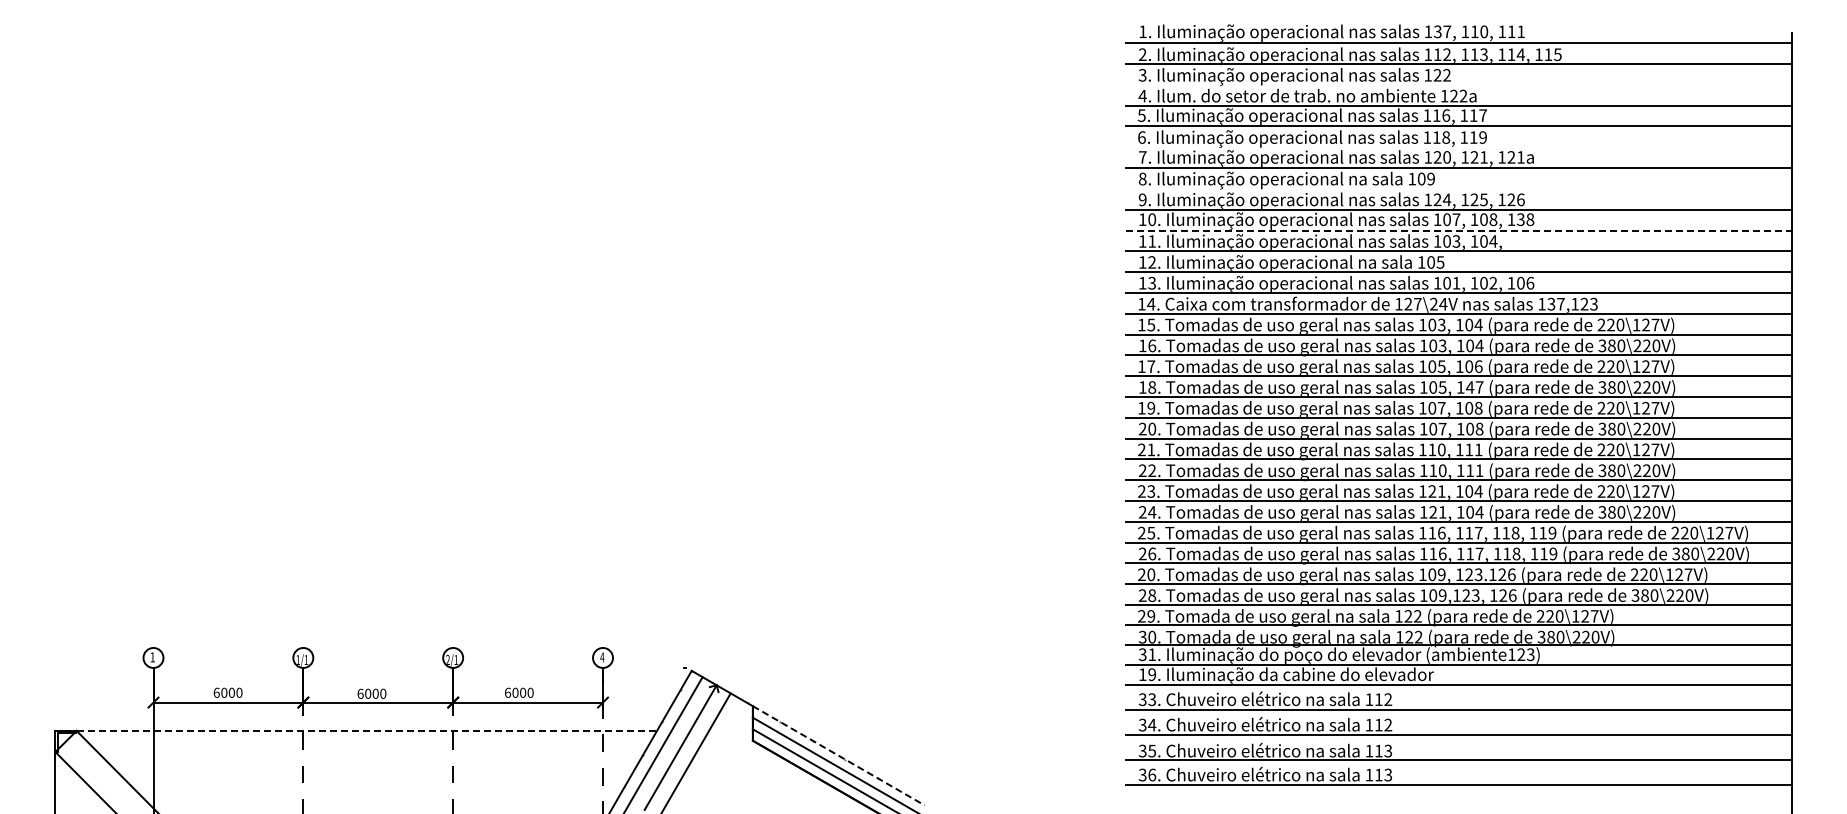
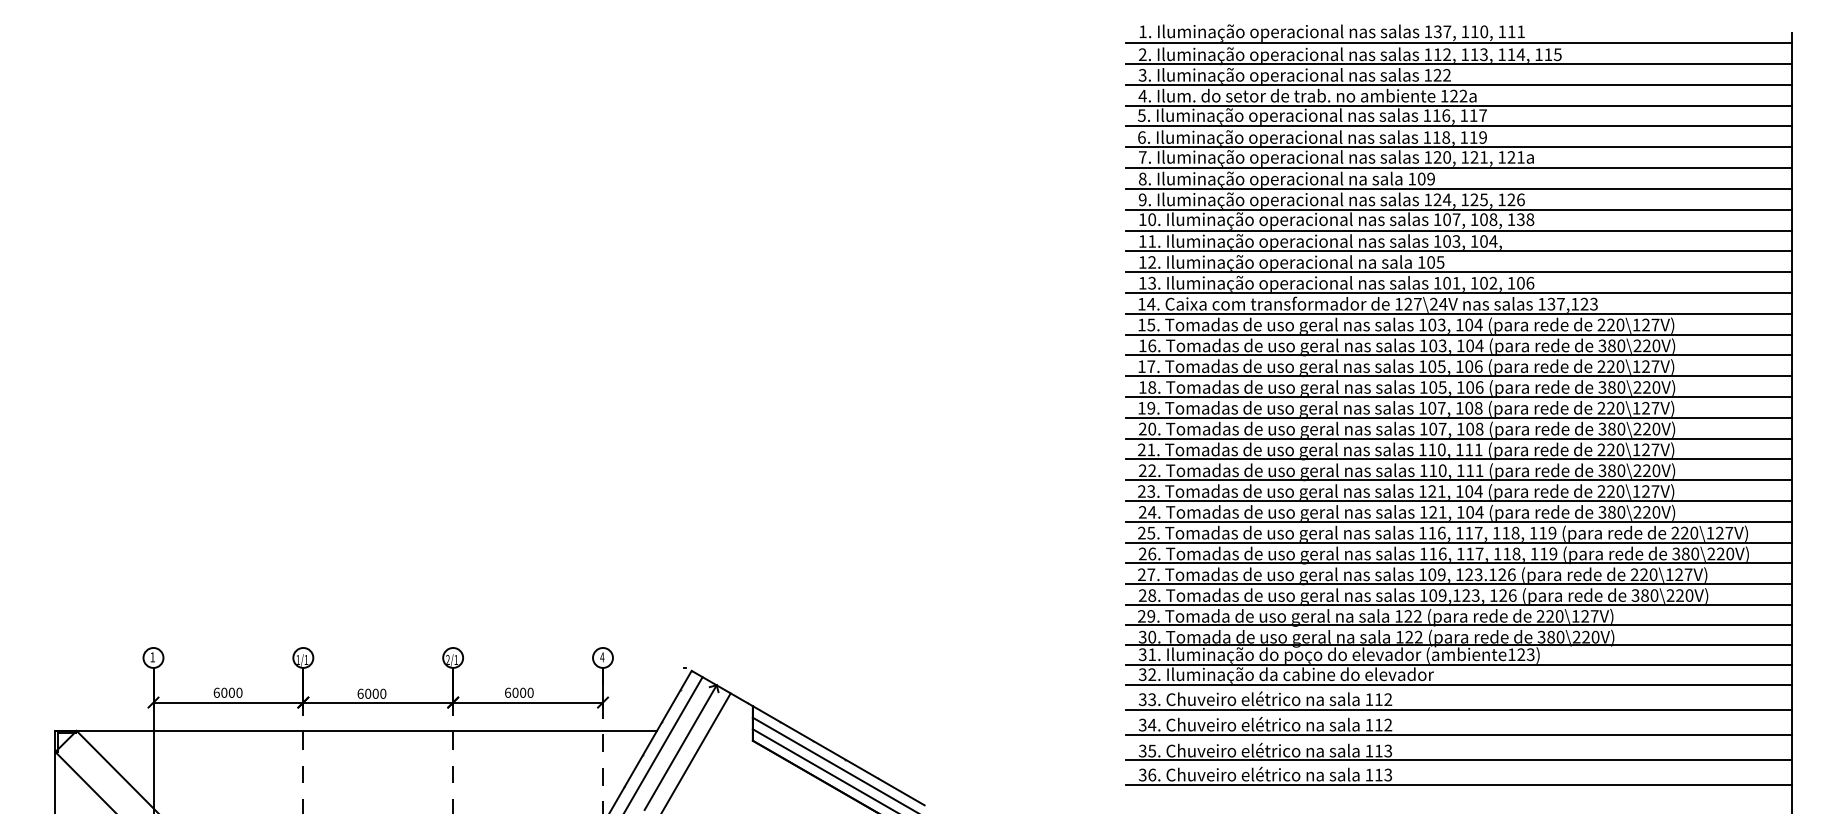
line at (1458, 84): none -> present
line at (1458, 147): none -> present
line at (1458, 188): none -> present
line at (1458, 230): dashed -> solid
text at (1474, 387): 147 -> 106
text at (1151, 574): 20. -> 27.
text at (1147, 674): 19. -> 32.
line at (356, 730): dashed -> solid
line at (839, 756): dashed -> solid
